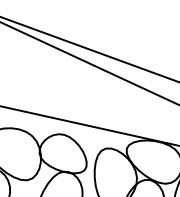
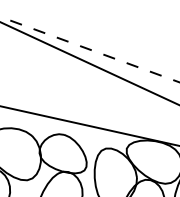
line at (89, 49): solid -> dashed
